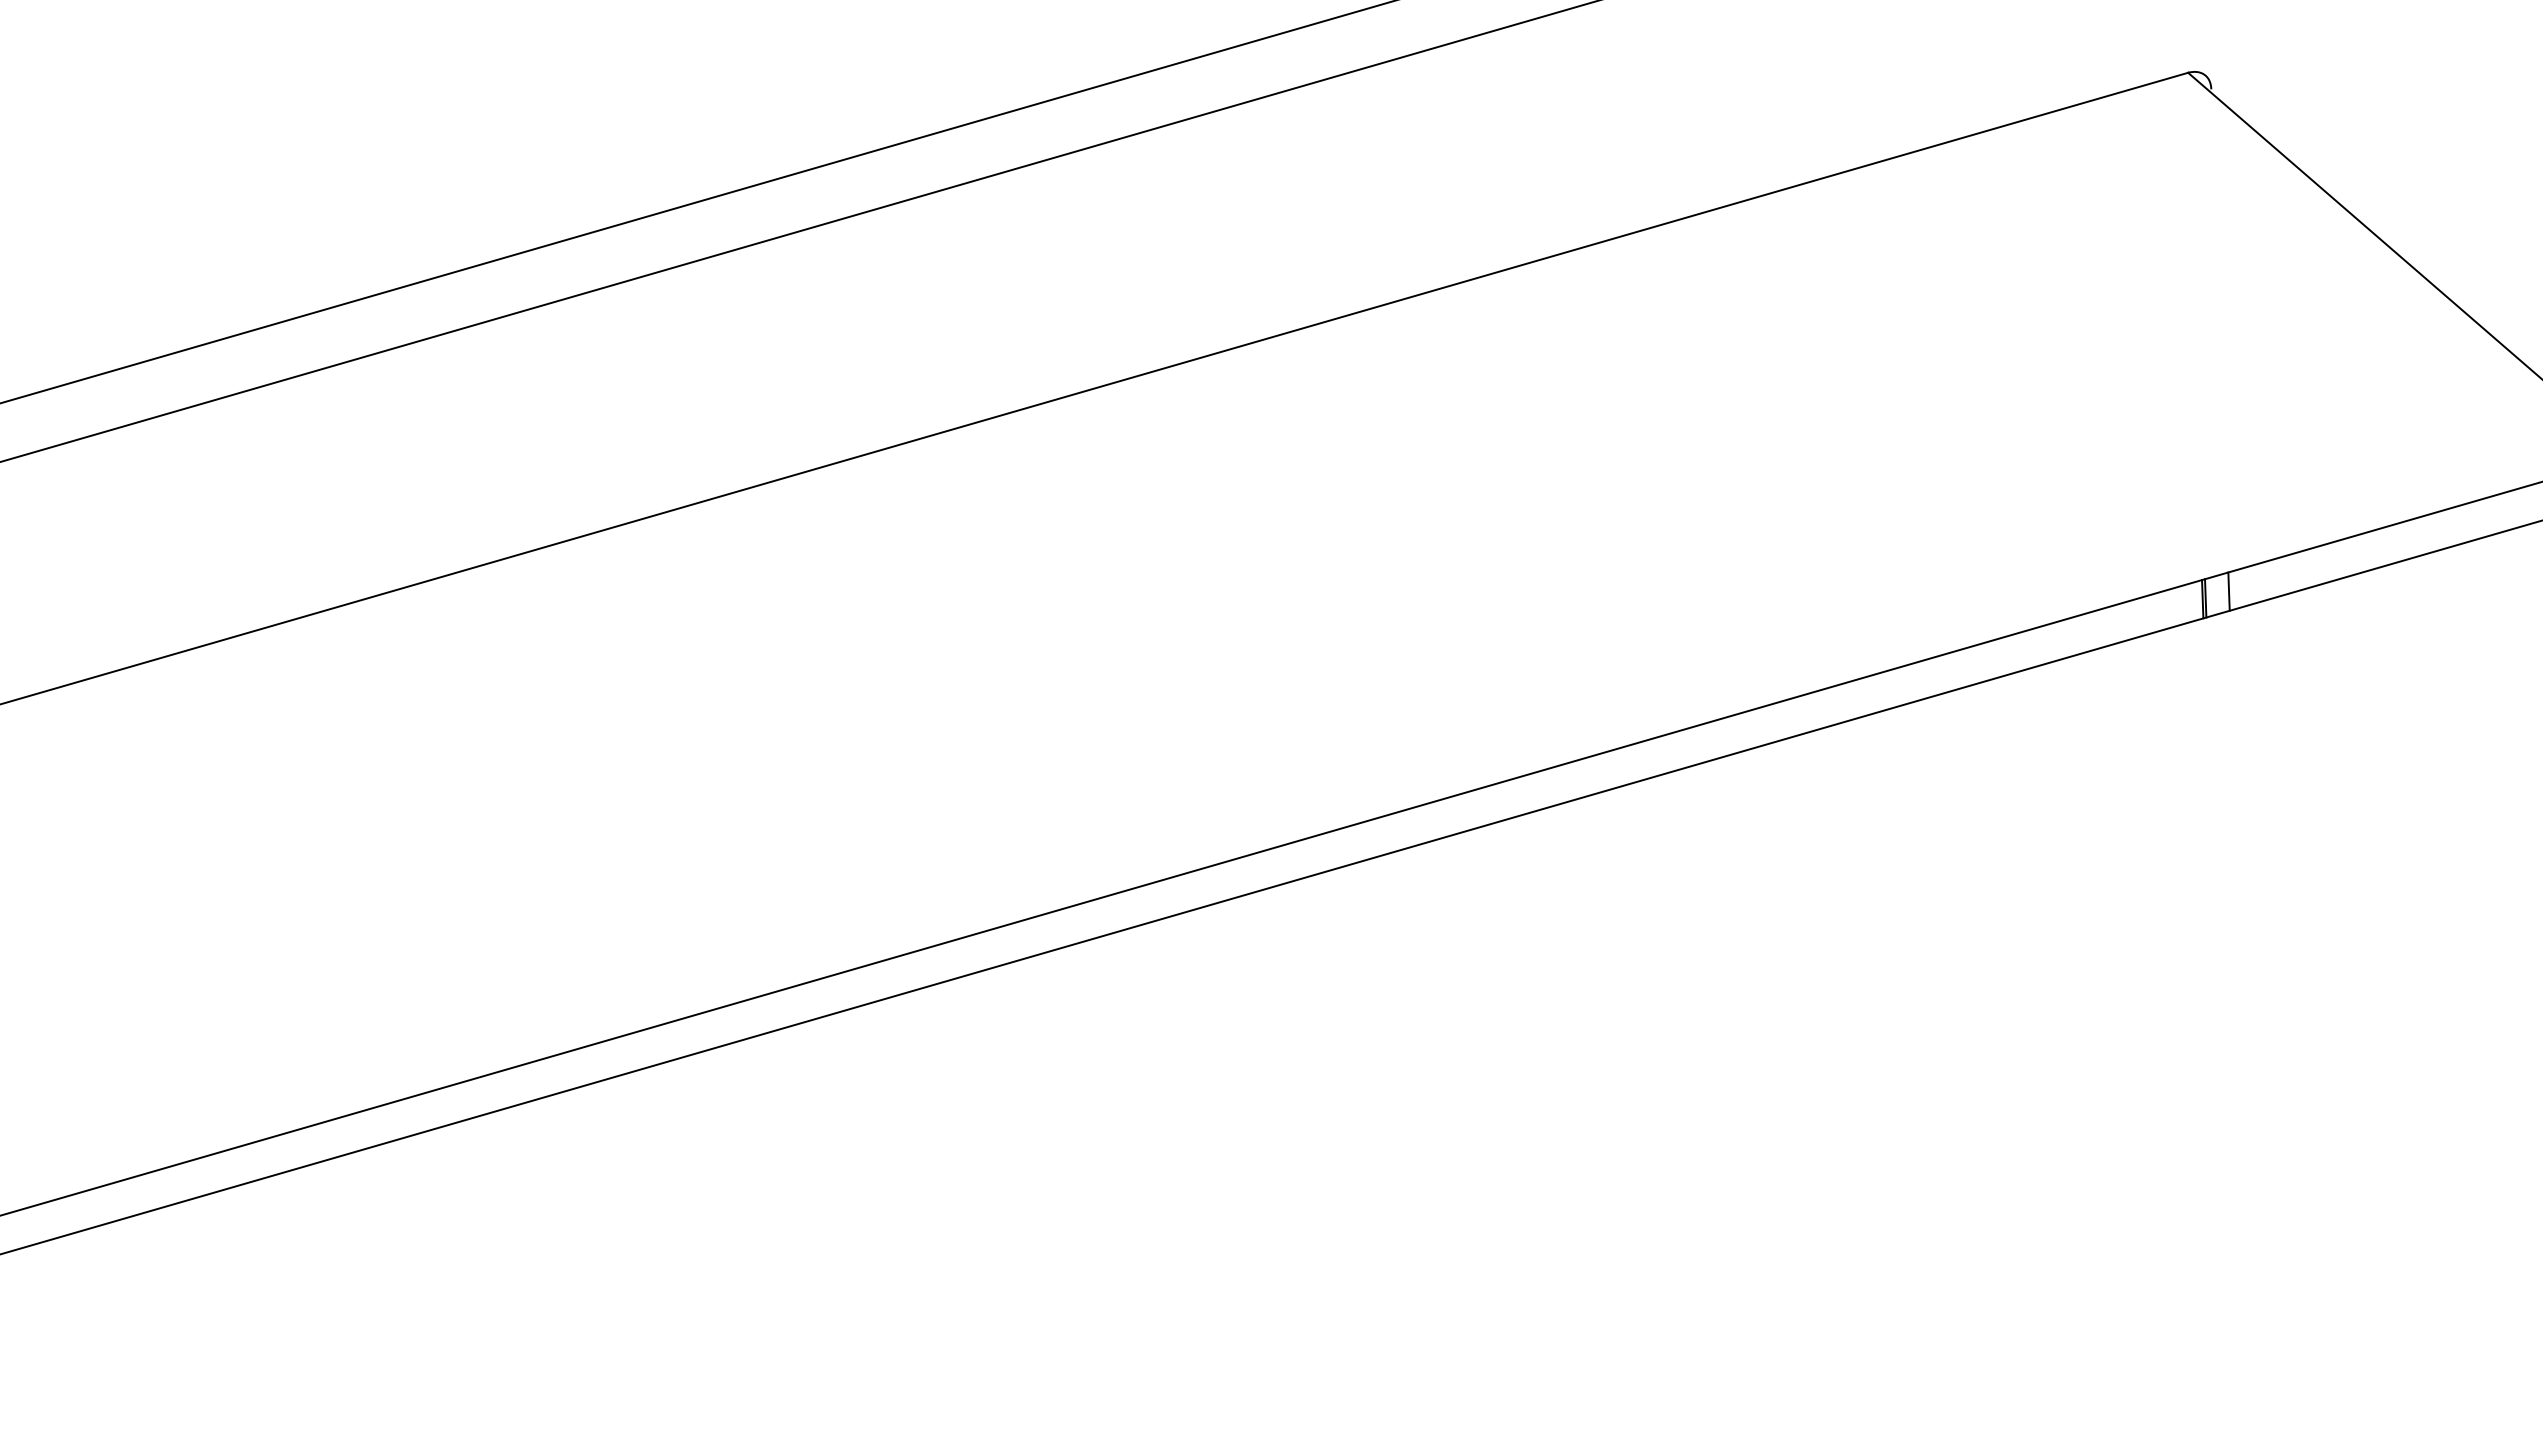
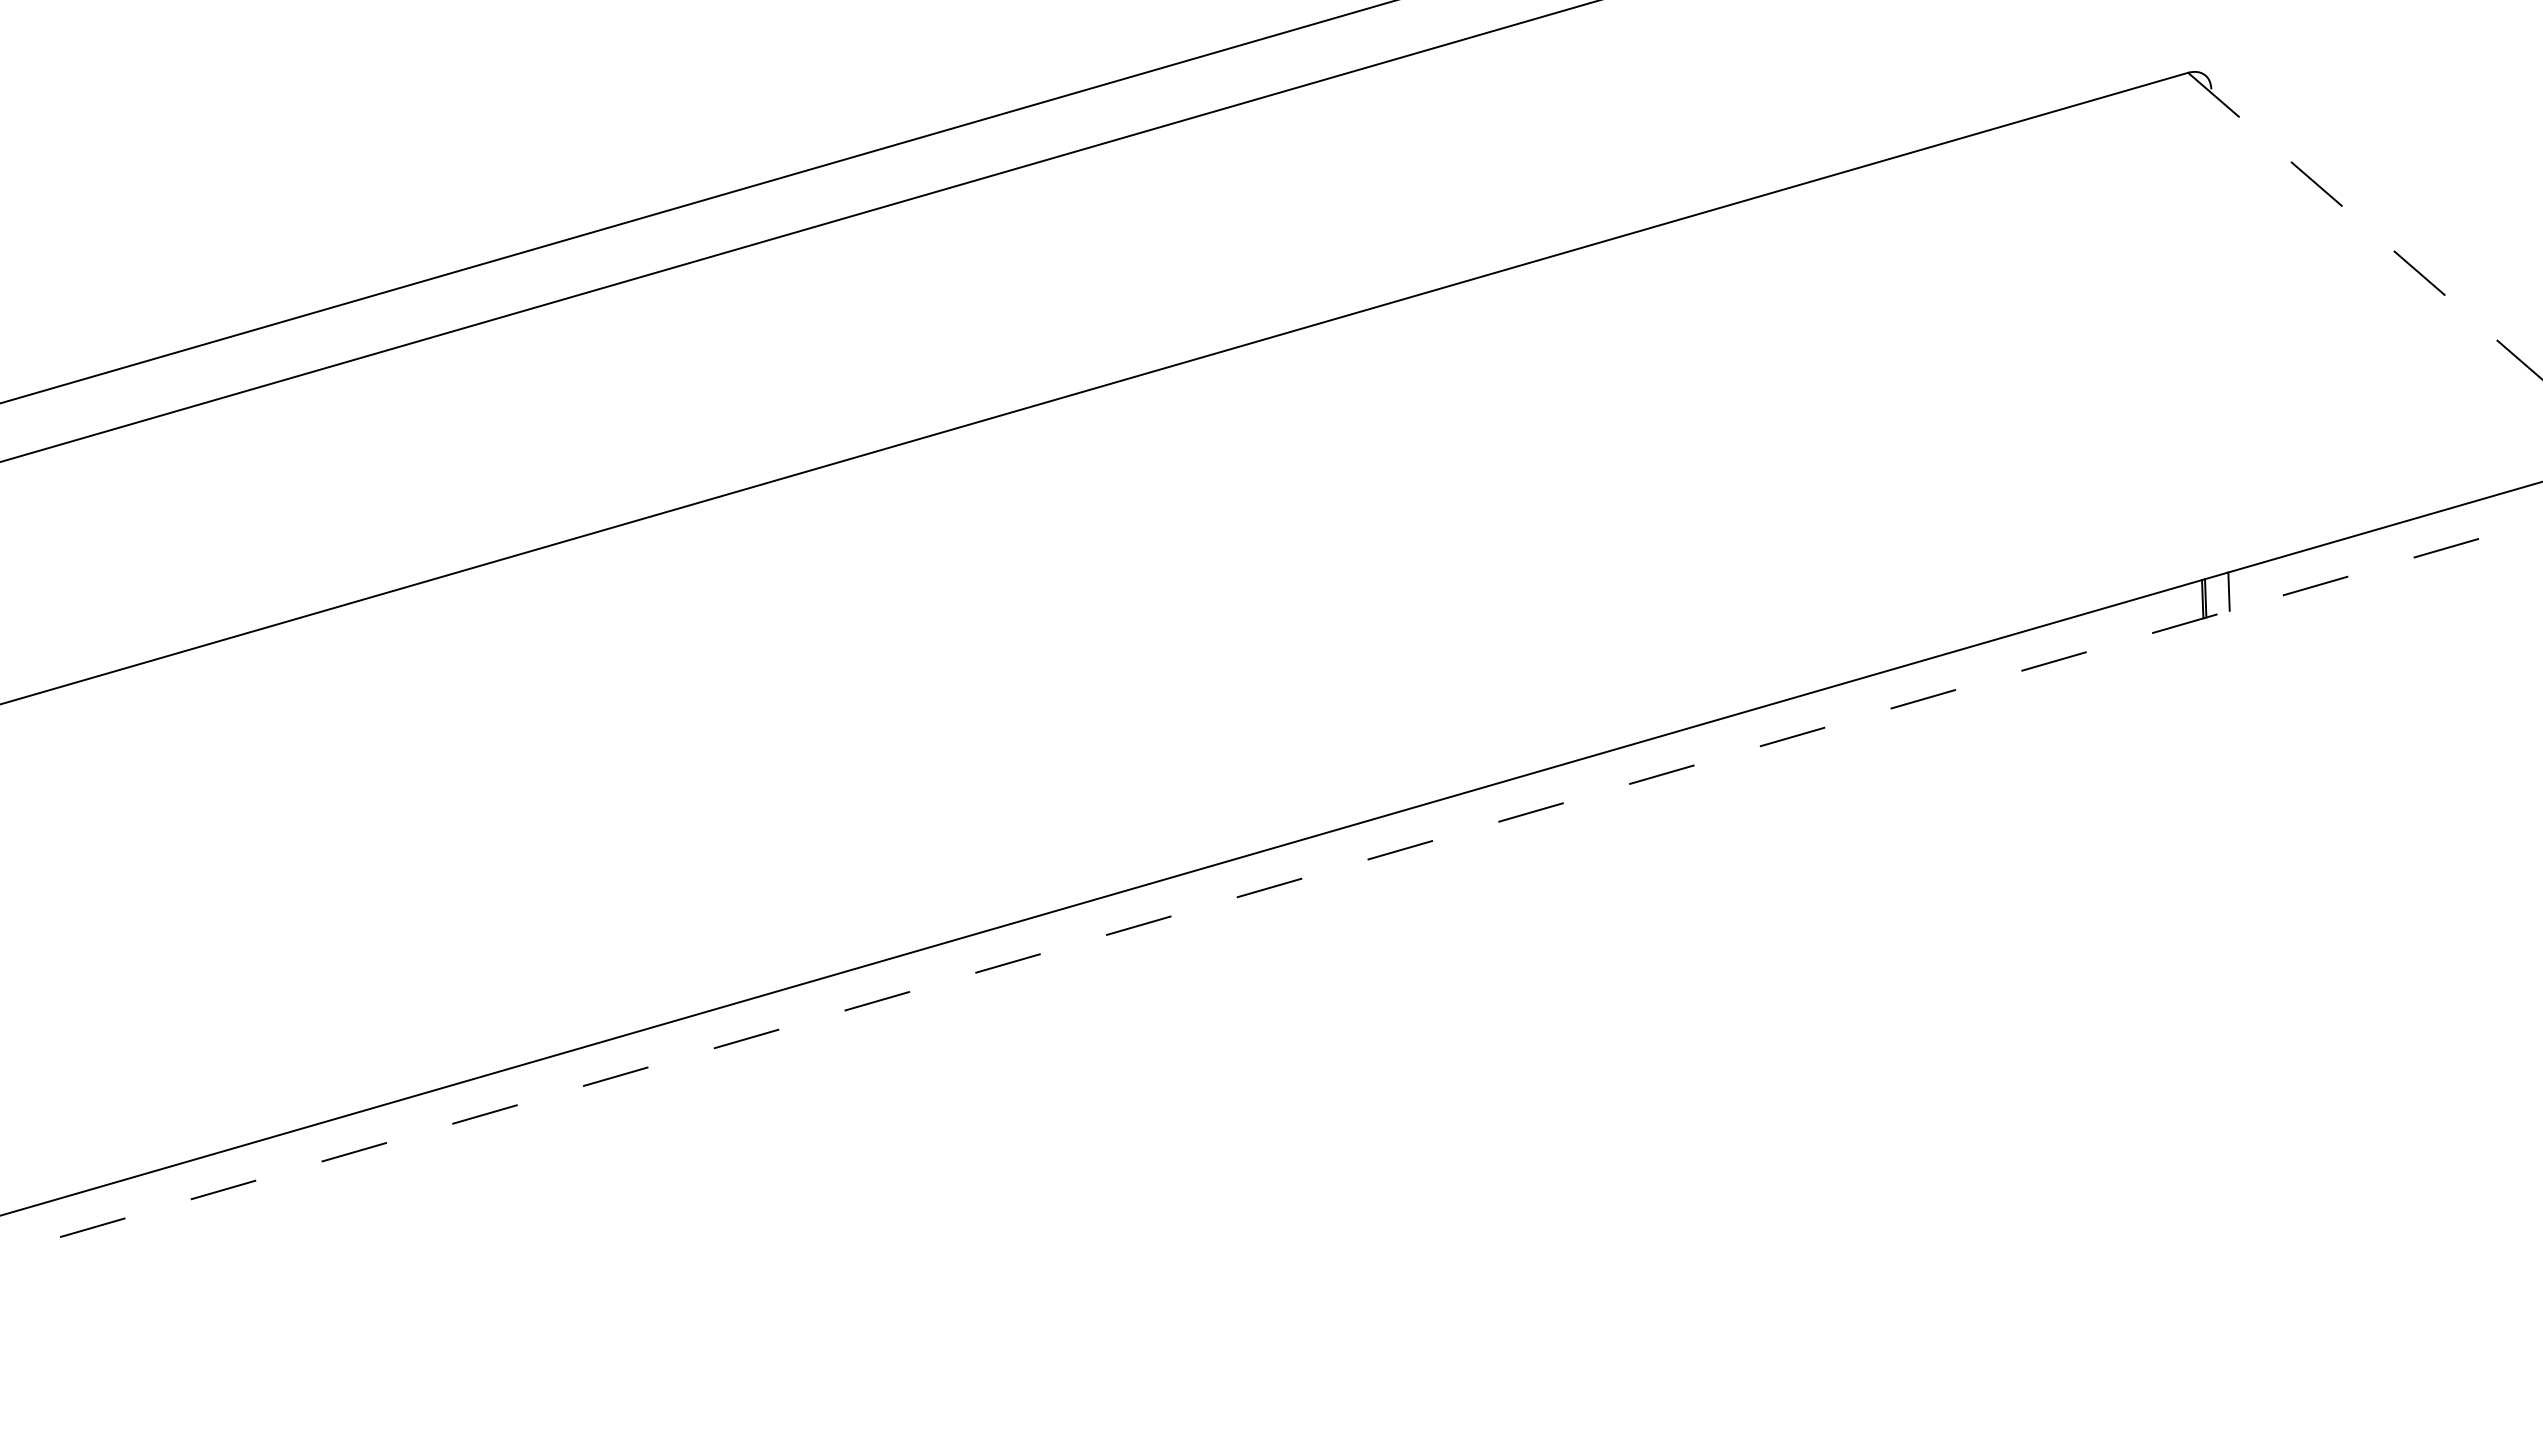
line at (2365, 226): solid -> dashed
line at (1272, 887): solid -> dashed
